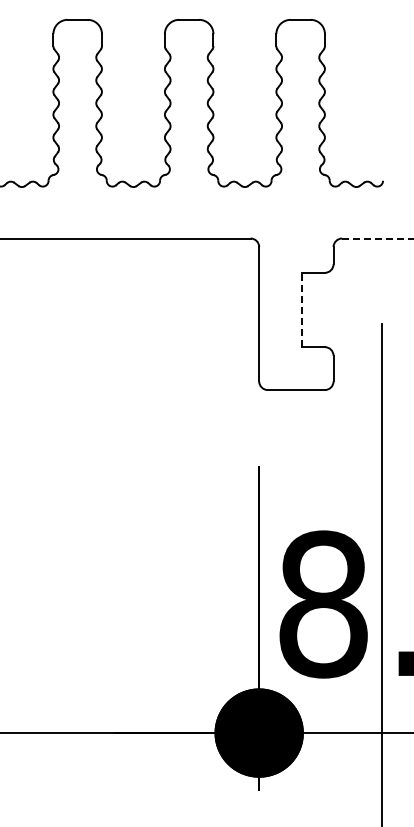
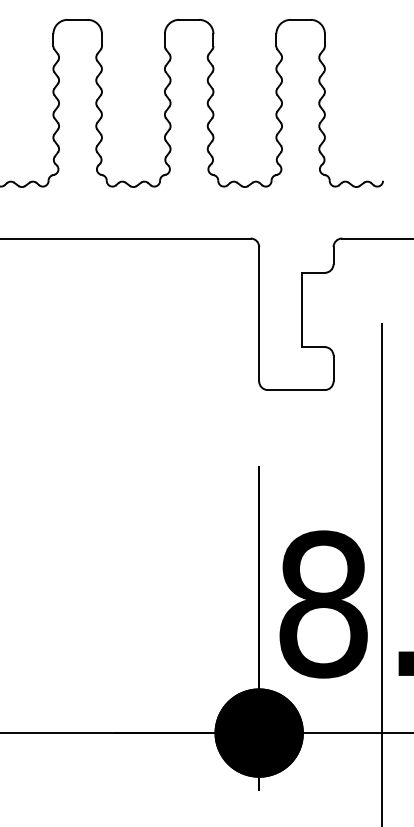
line at (377, 238): dashed -> solid
line at (302, 309): dashed -> solid
